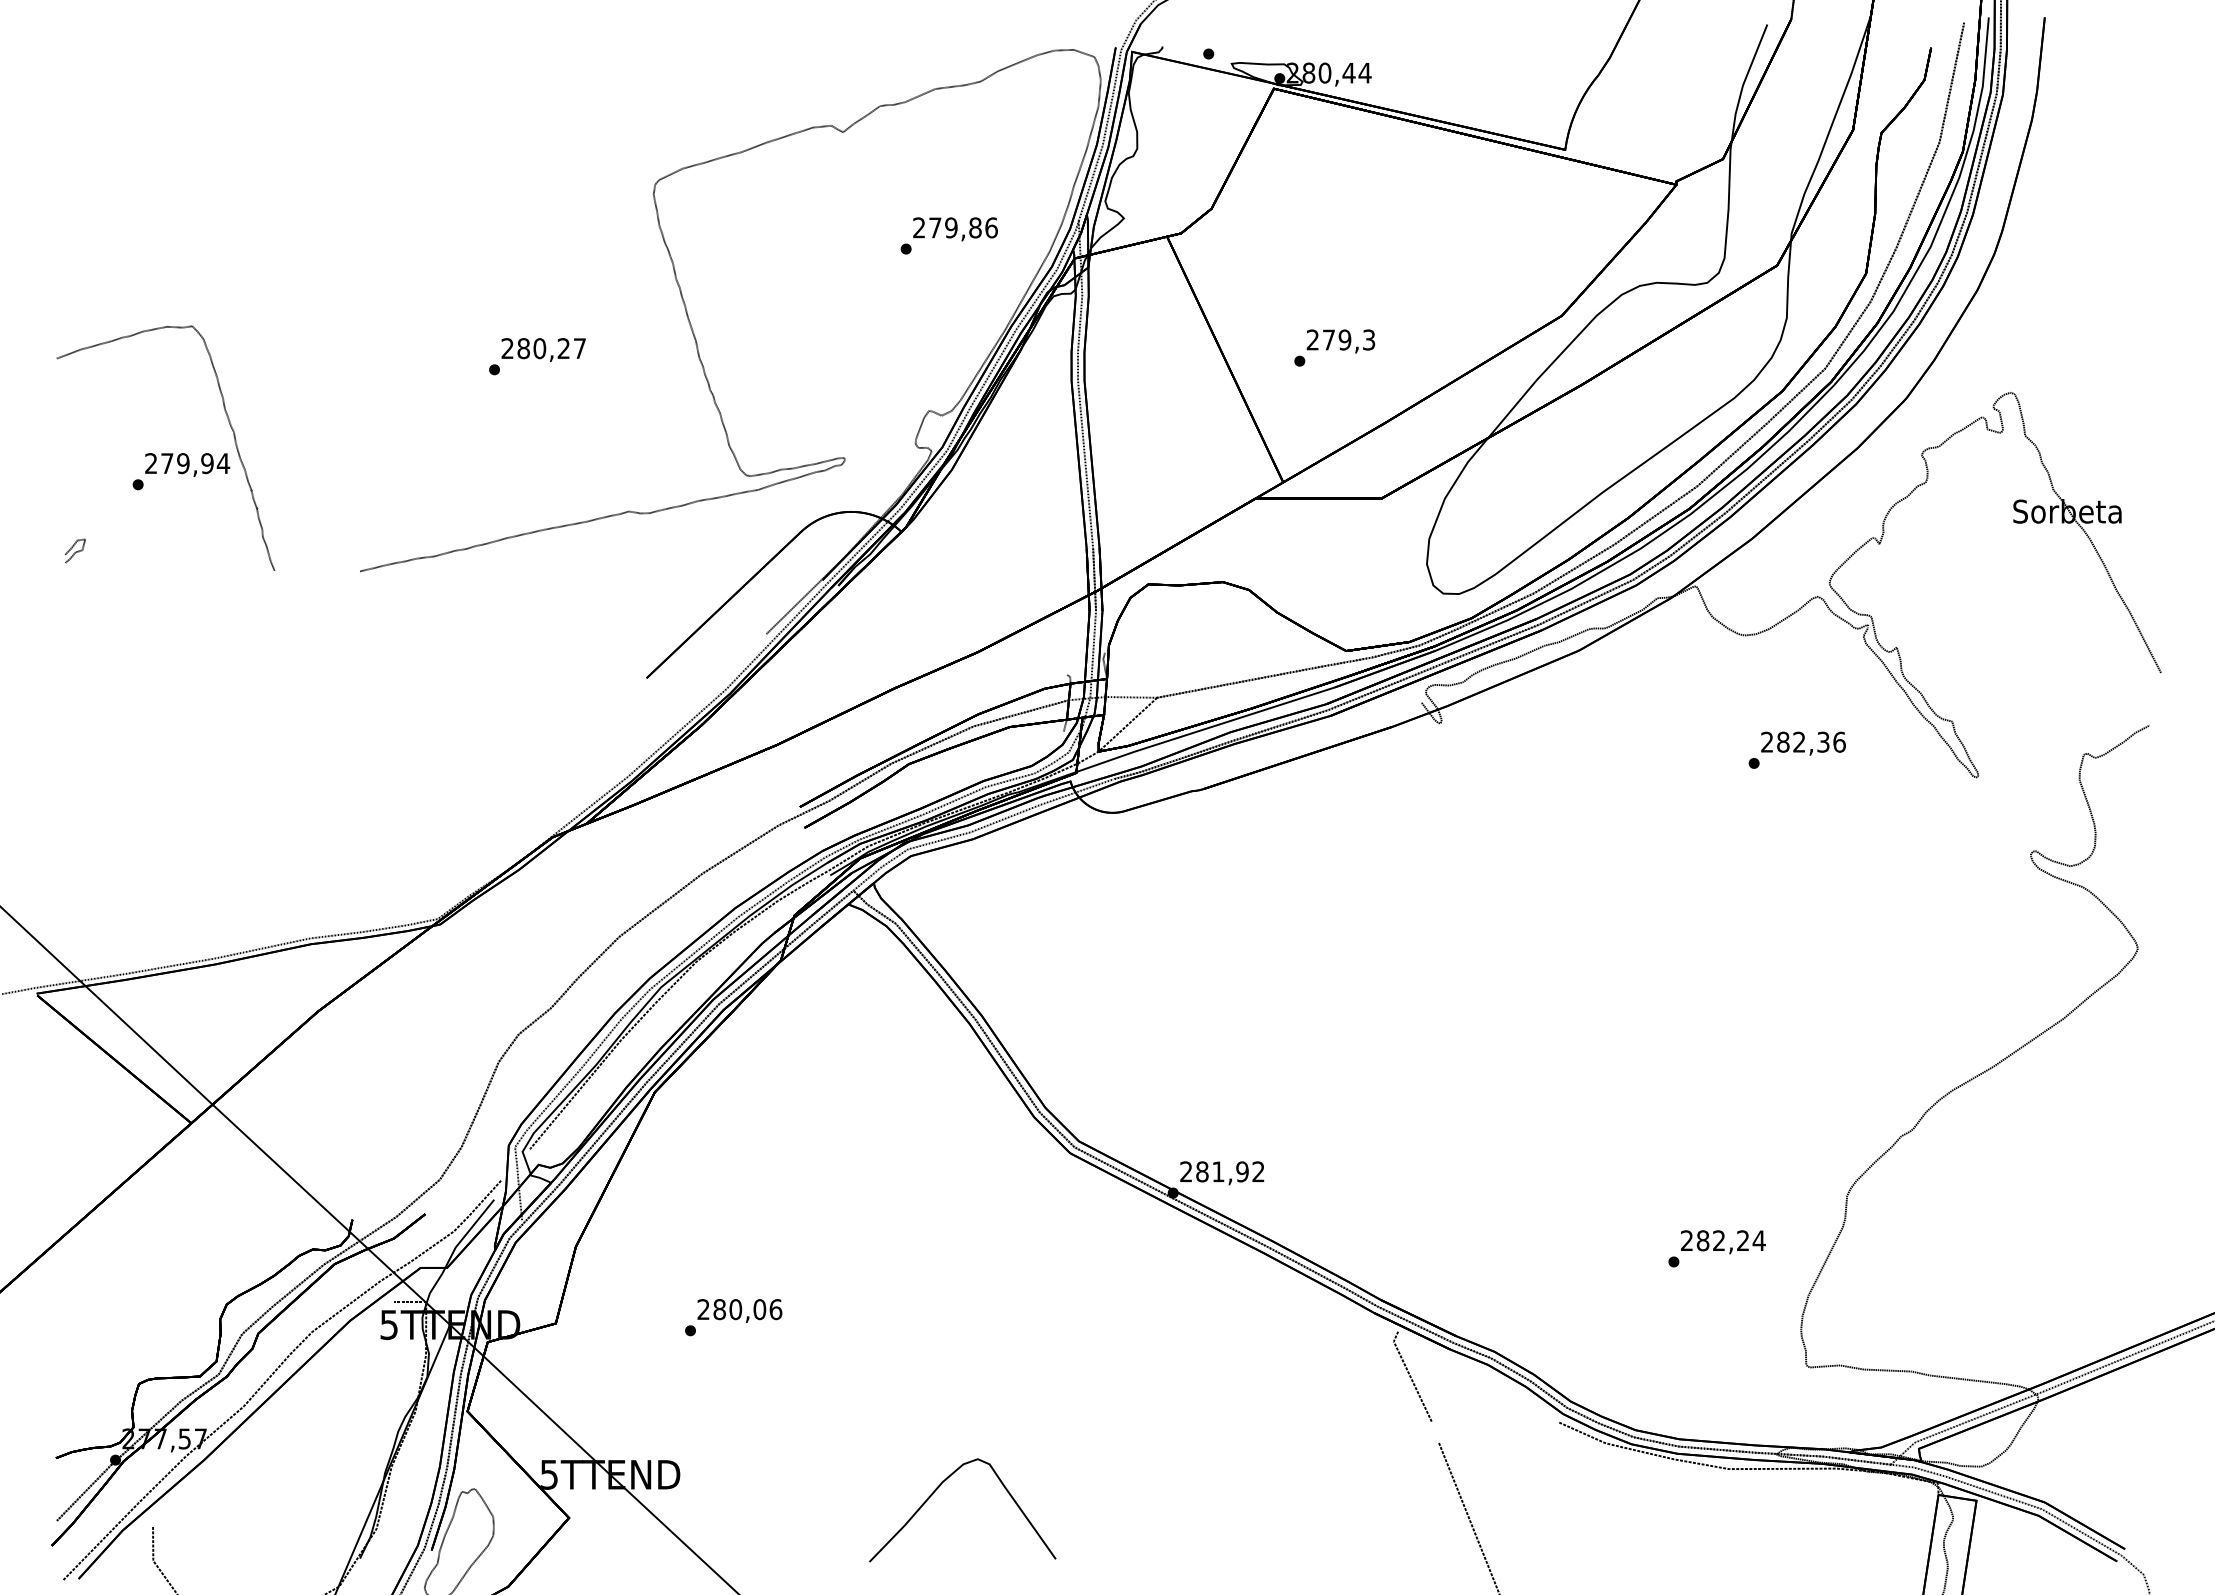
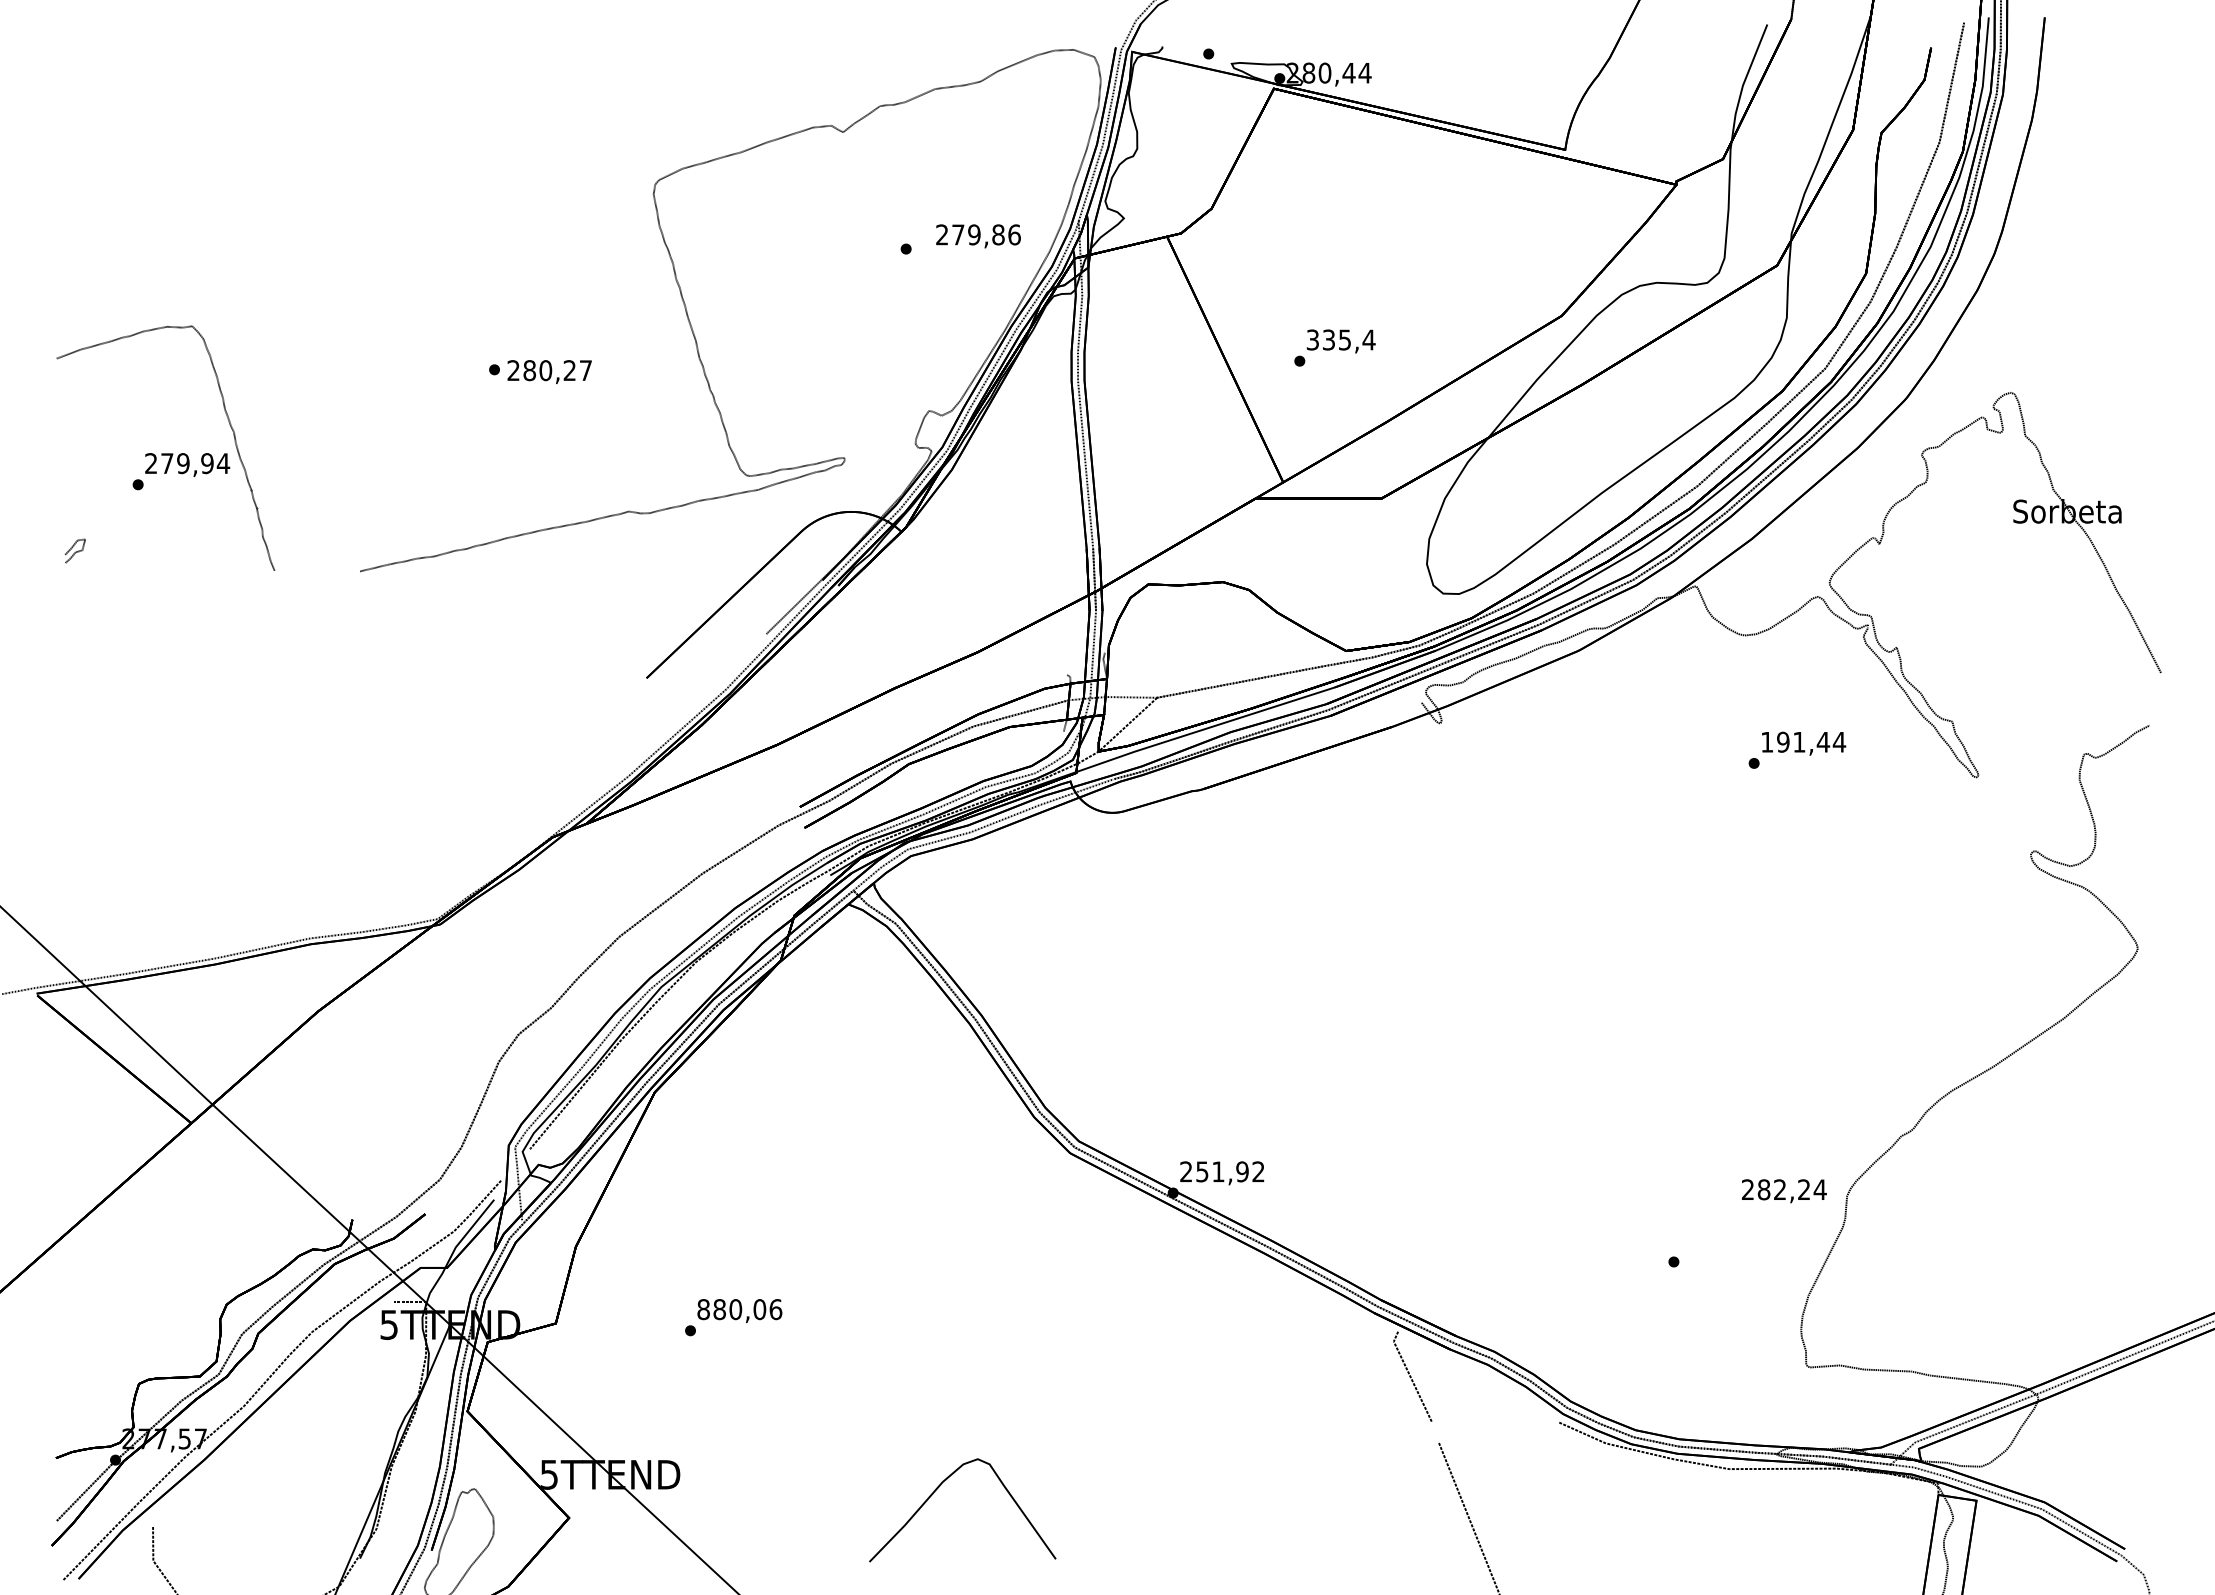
text at (955, 229) position: (955, 229) -> (978, 236)
text at (1340, 339): 279,3 -> 335,4
text at (543, 350) position: (543, 350) -> (549, 372)
text at (1803, 741): 282,36 -> 191,44
text at (1202, 1171): 281,92 -> 251,92
text at (1723, 1242) position: (1723, 1242) -> (1784, 1191)
text at (703, 1309): 280,06 -> 880,06
